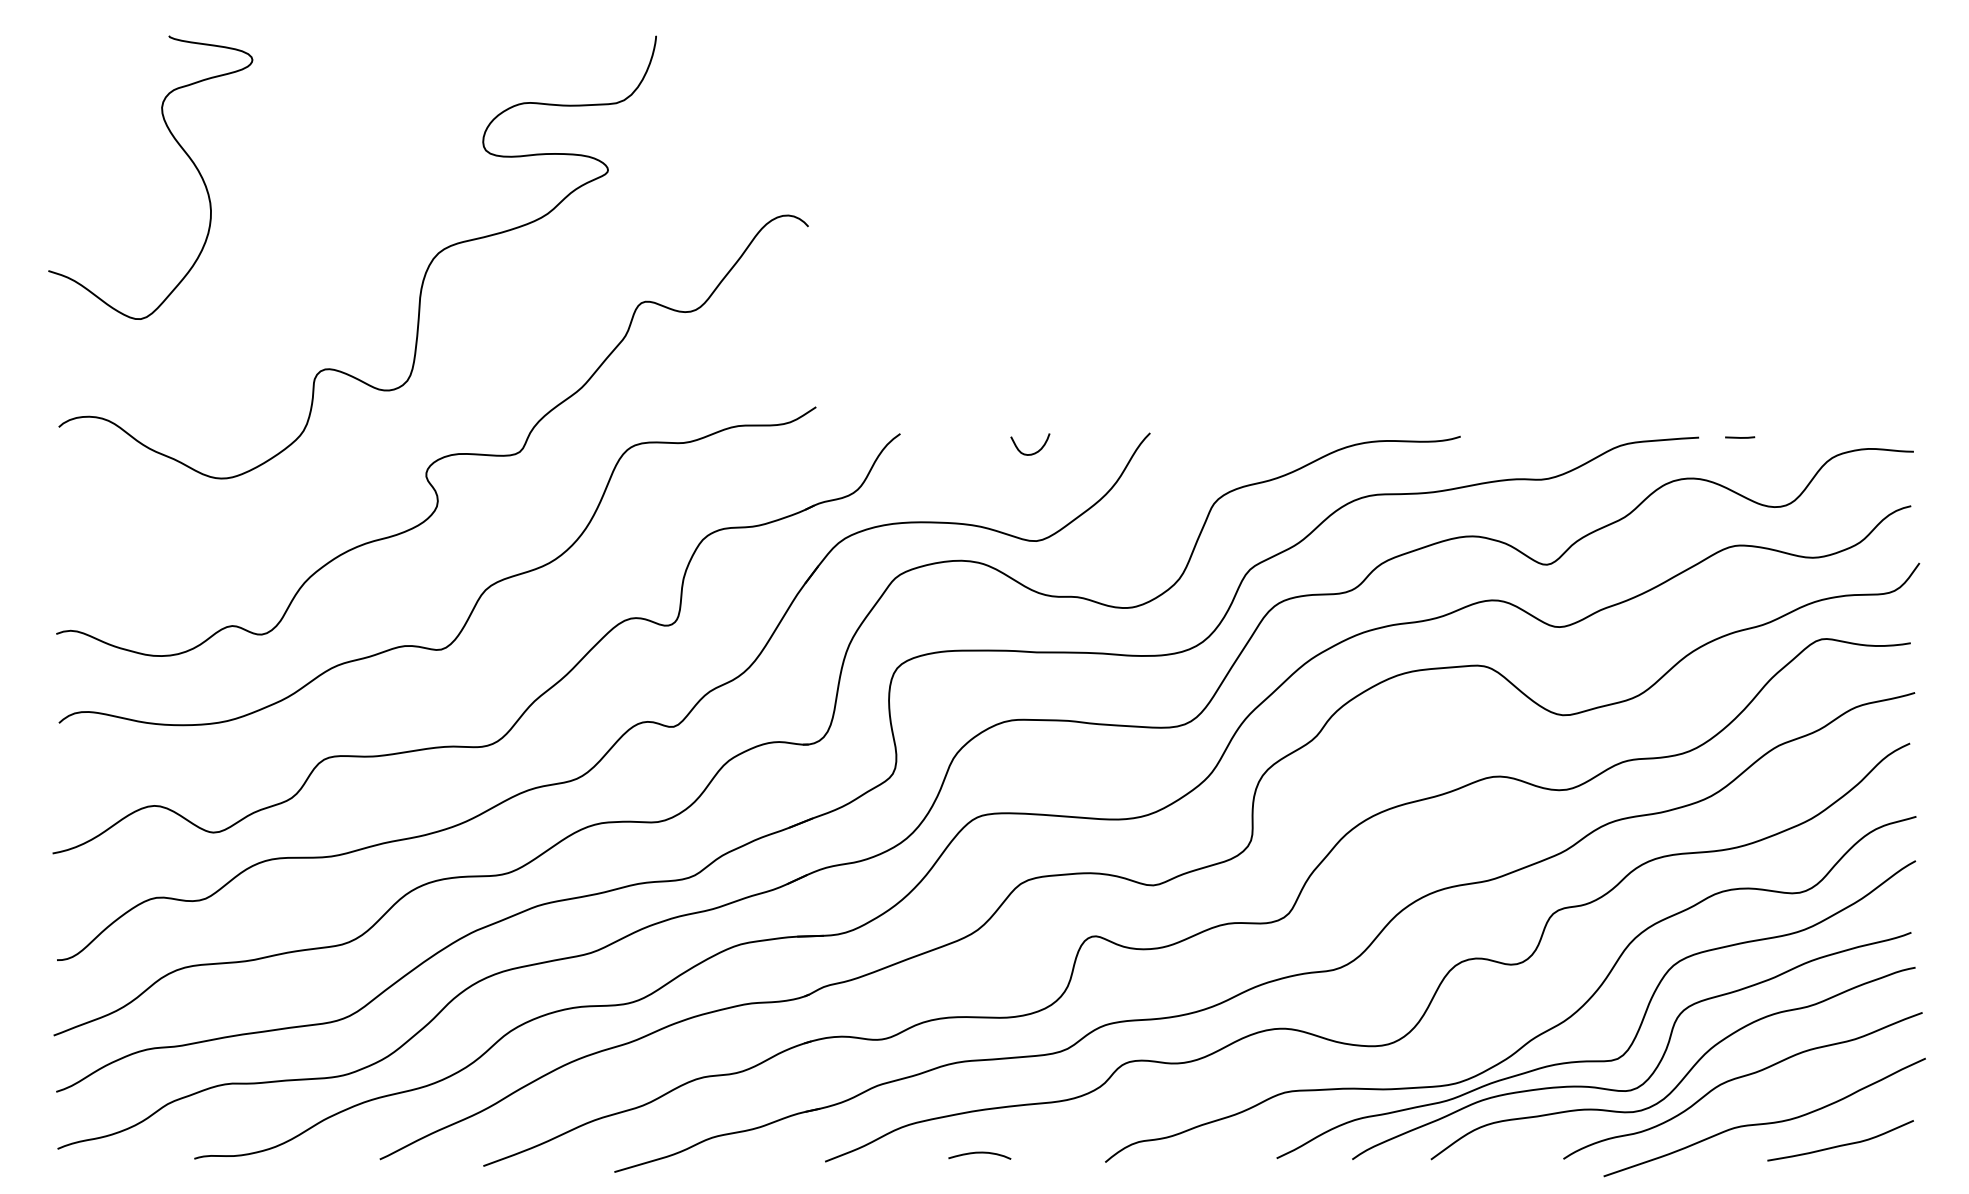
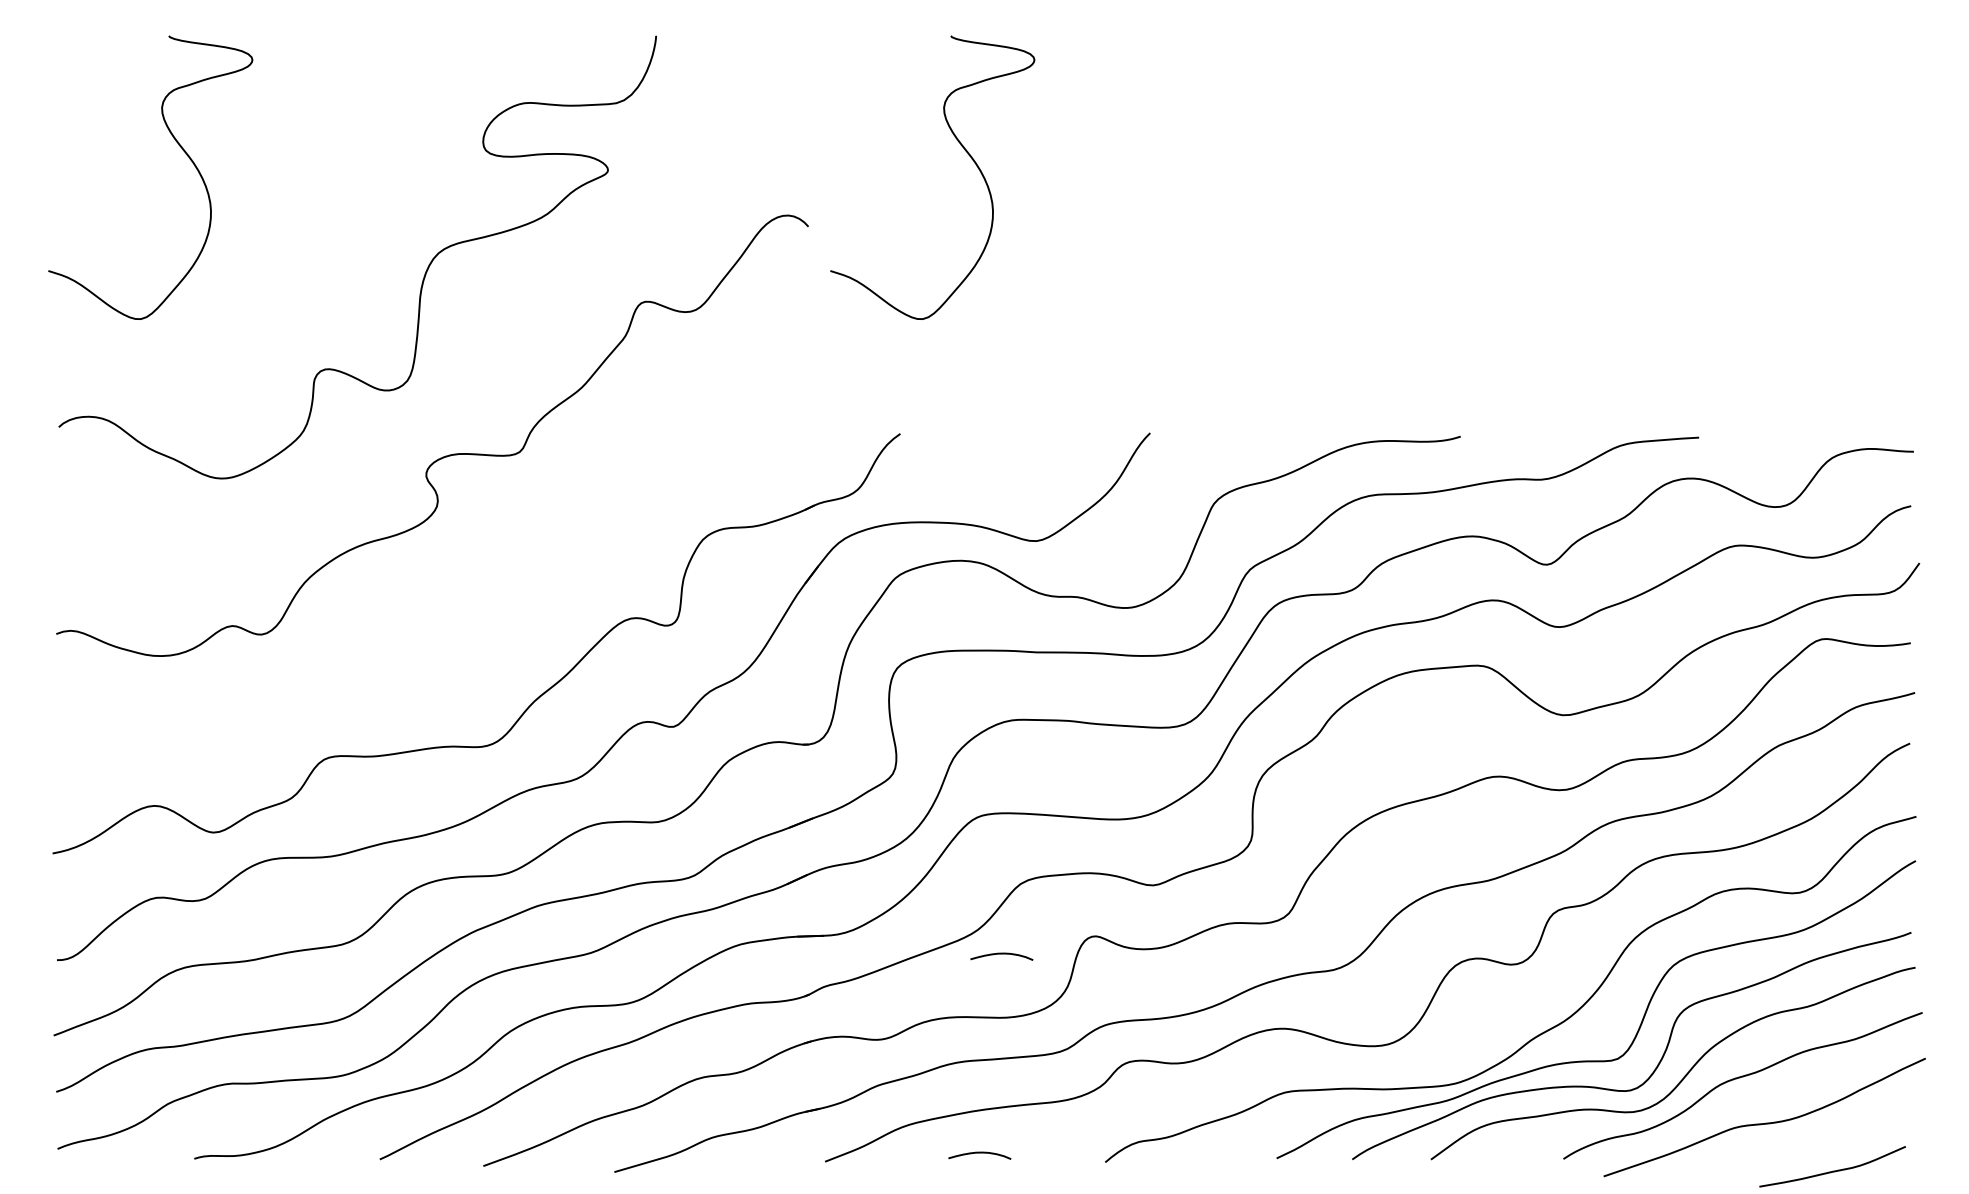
curve at (964, 150): none -> present
line at (1740, 437): present -> none
curve at (1034, 452): present -> none
curve at (480, 594): present -> none
curve at (1001, 954): none -> present
curve at (1840, 1144) position: (1840, 1144) -> (1832, 1170)
